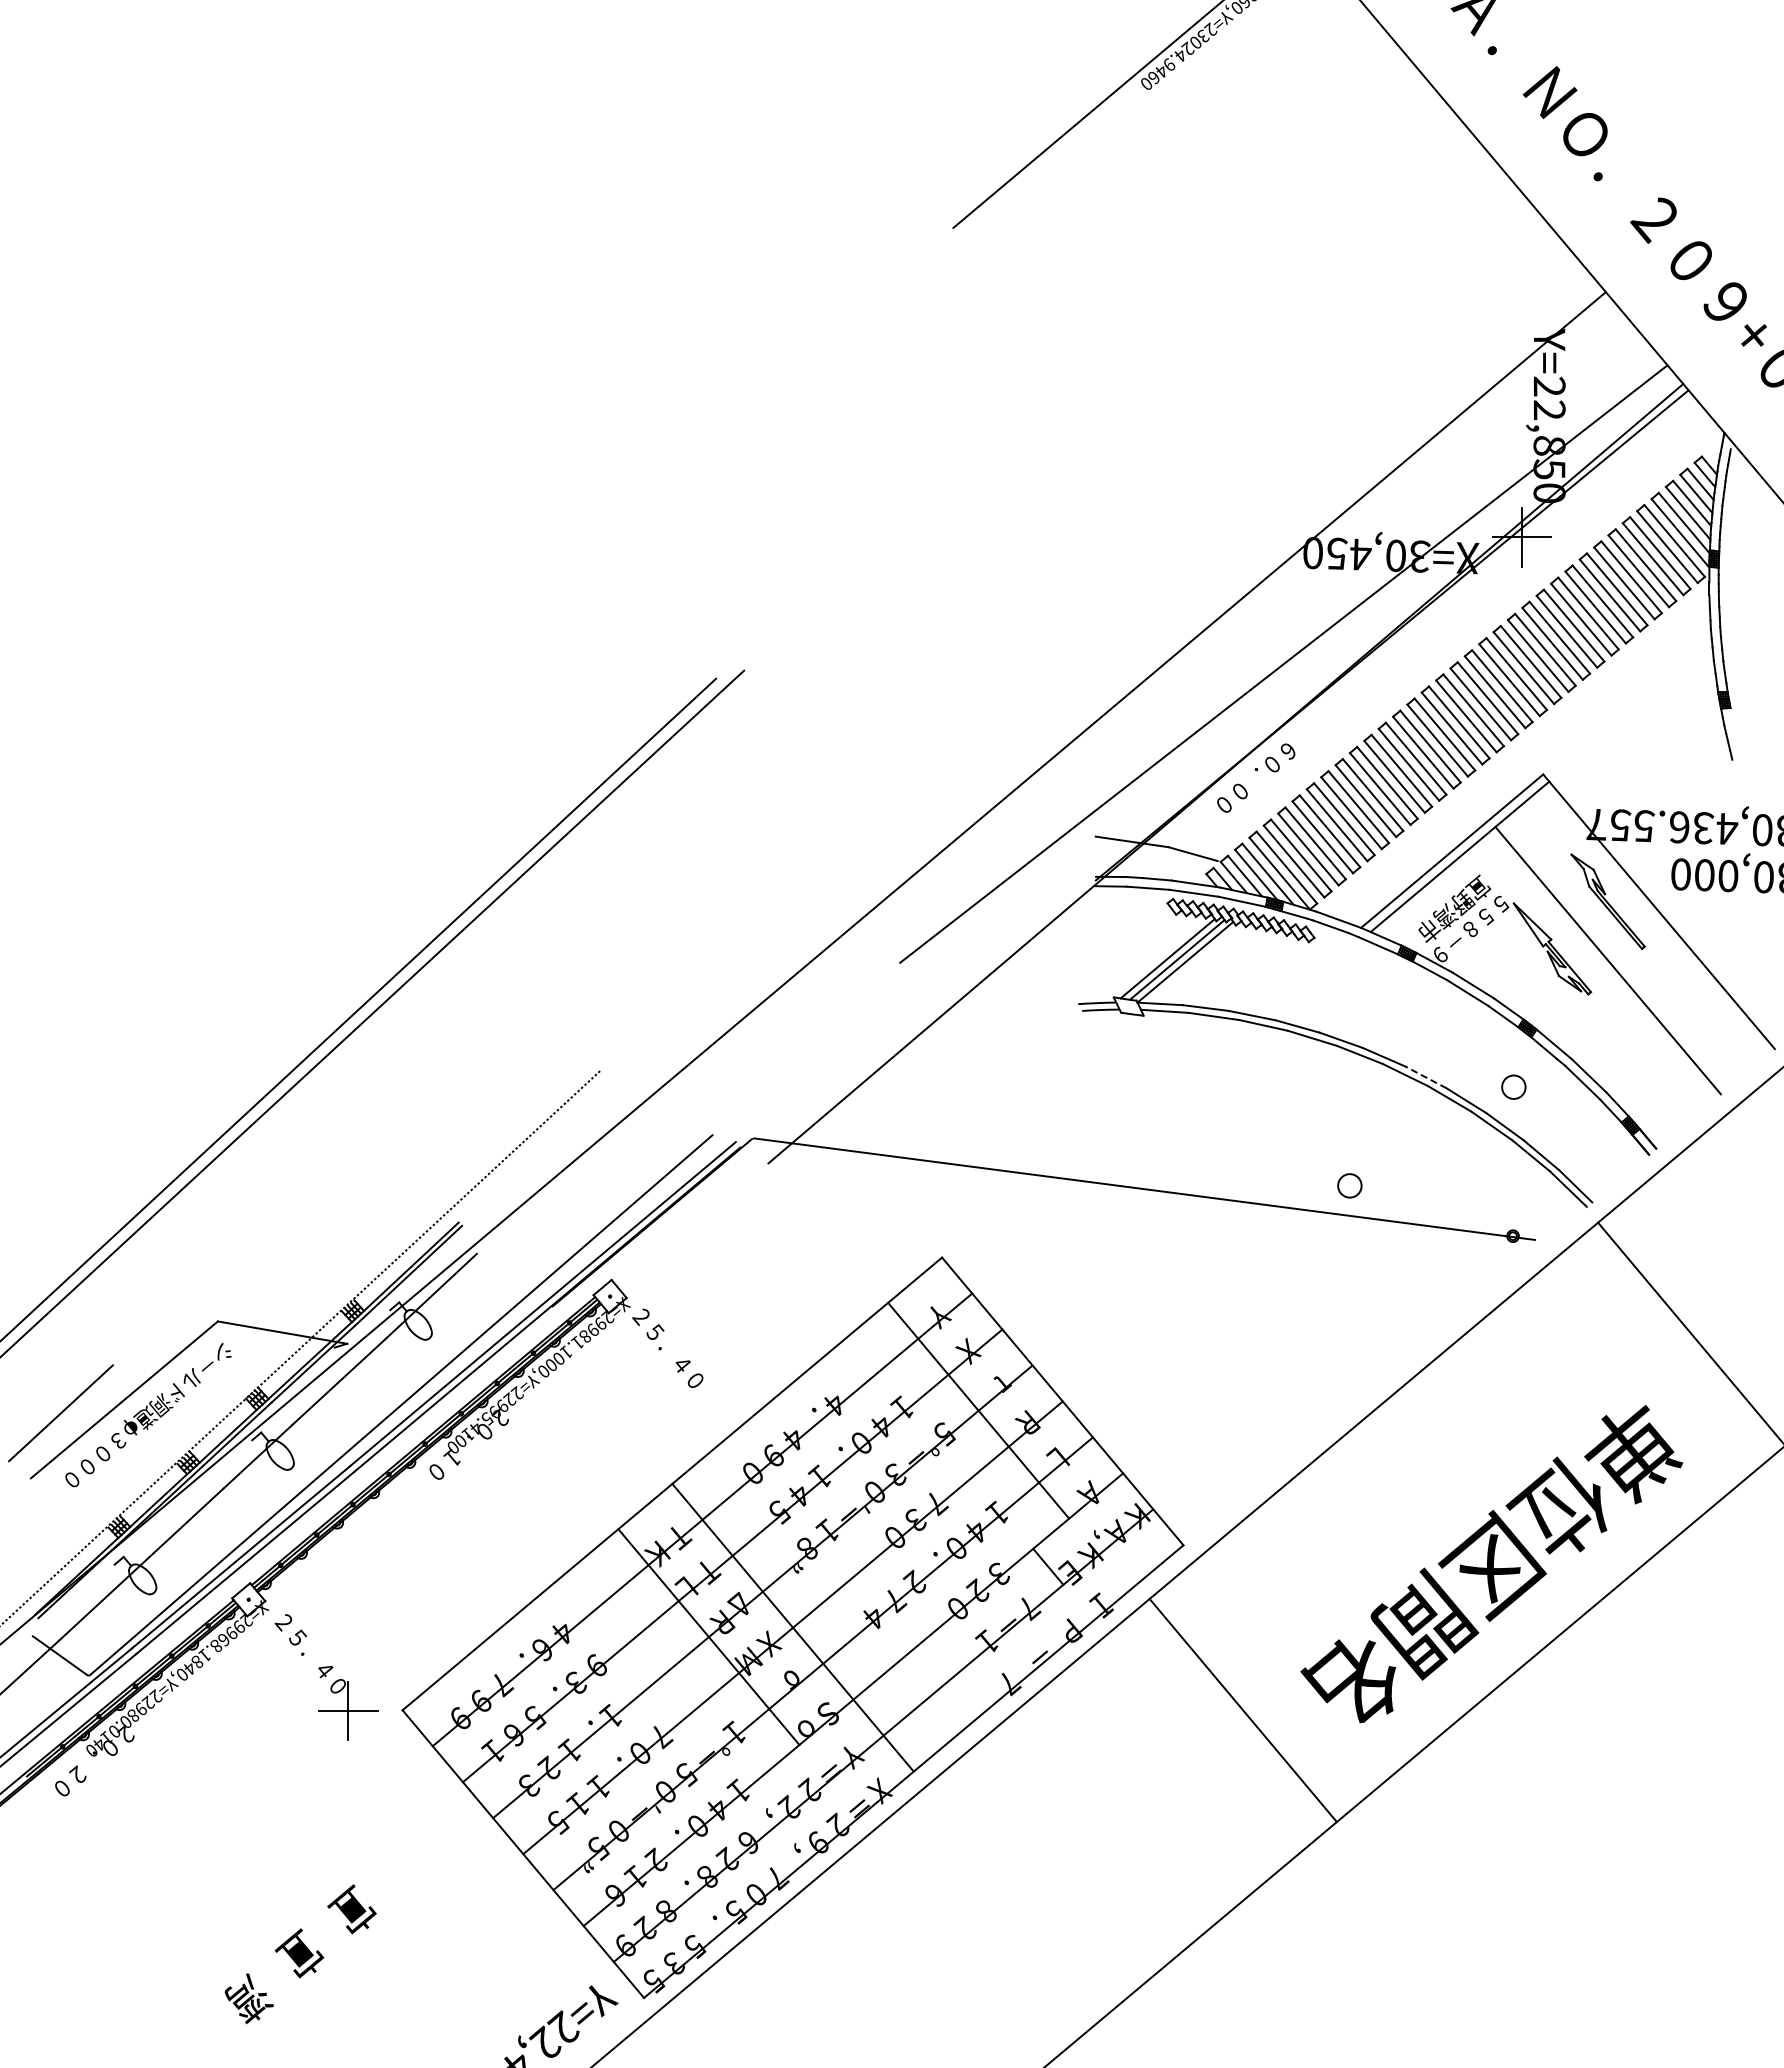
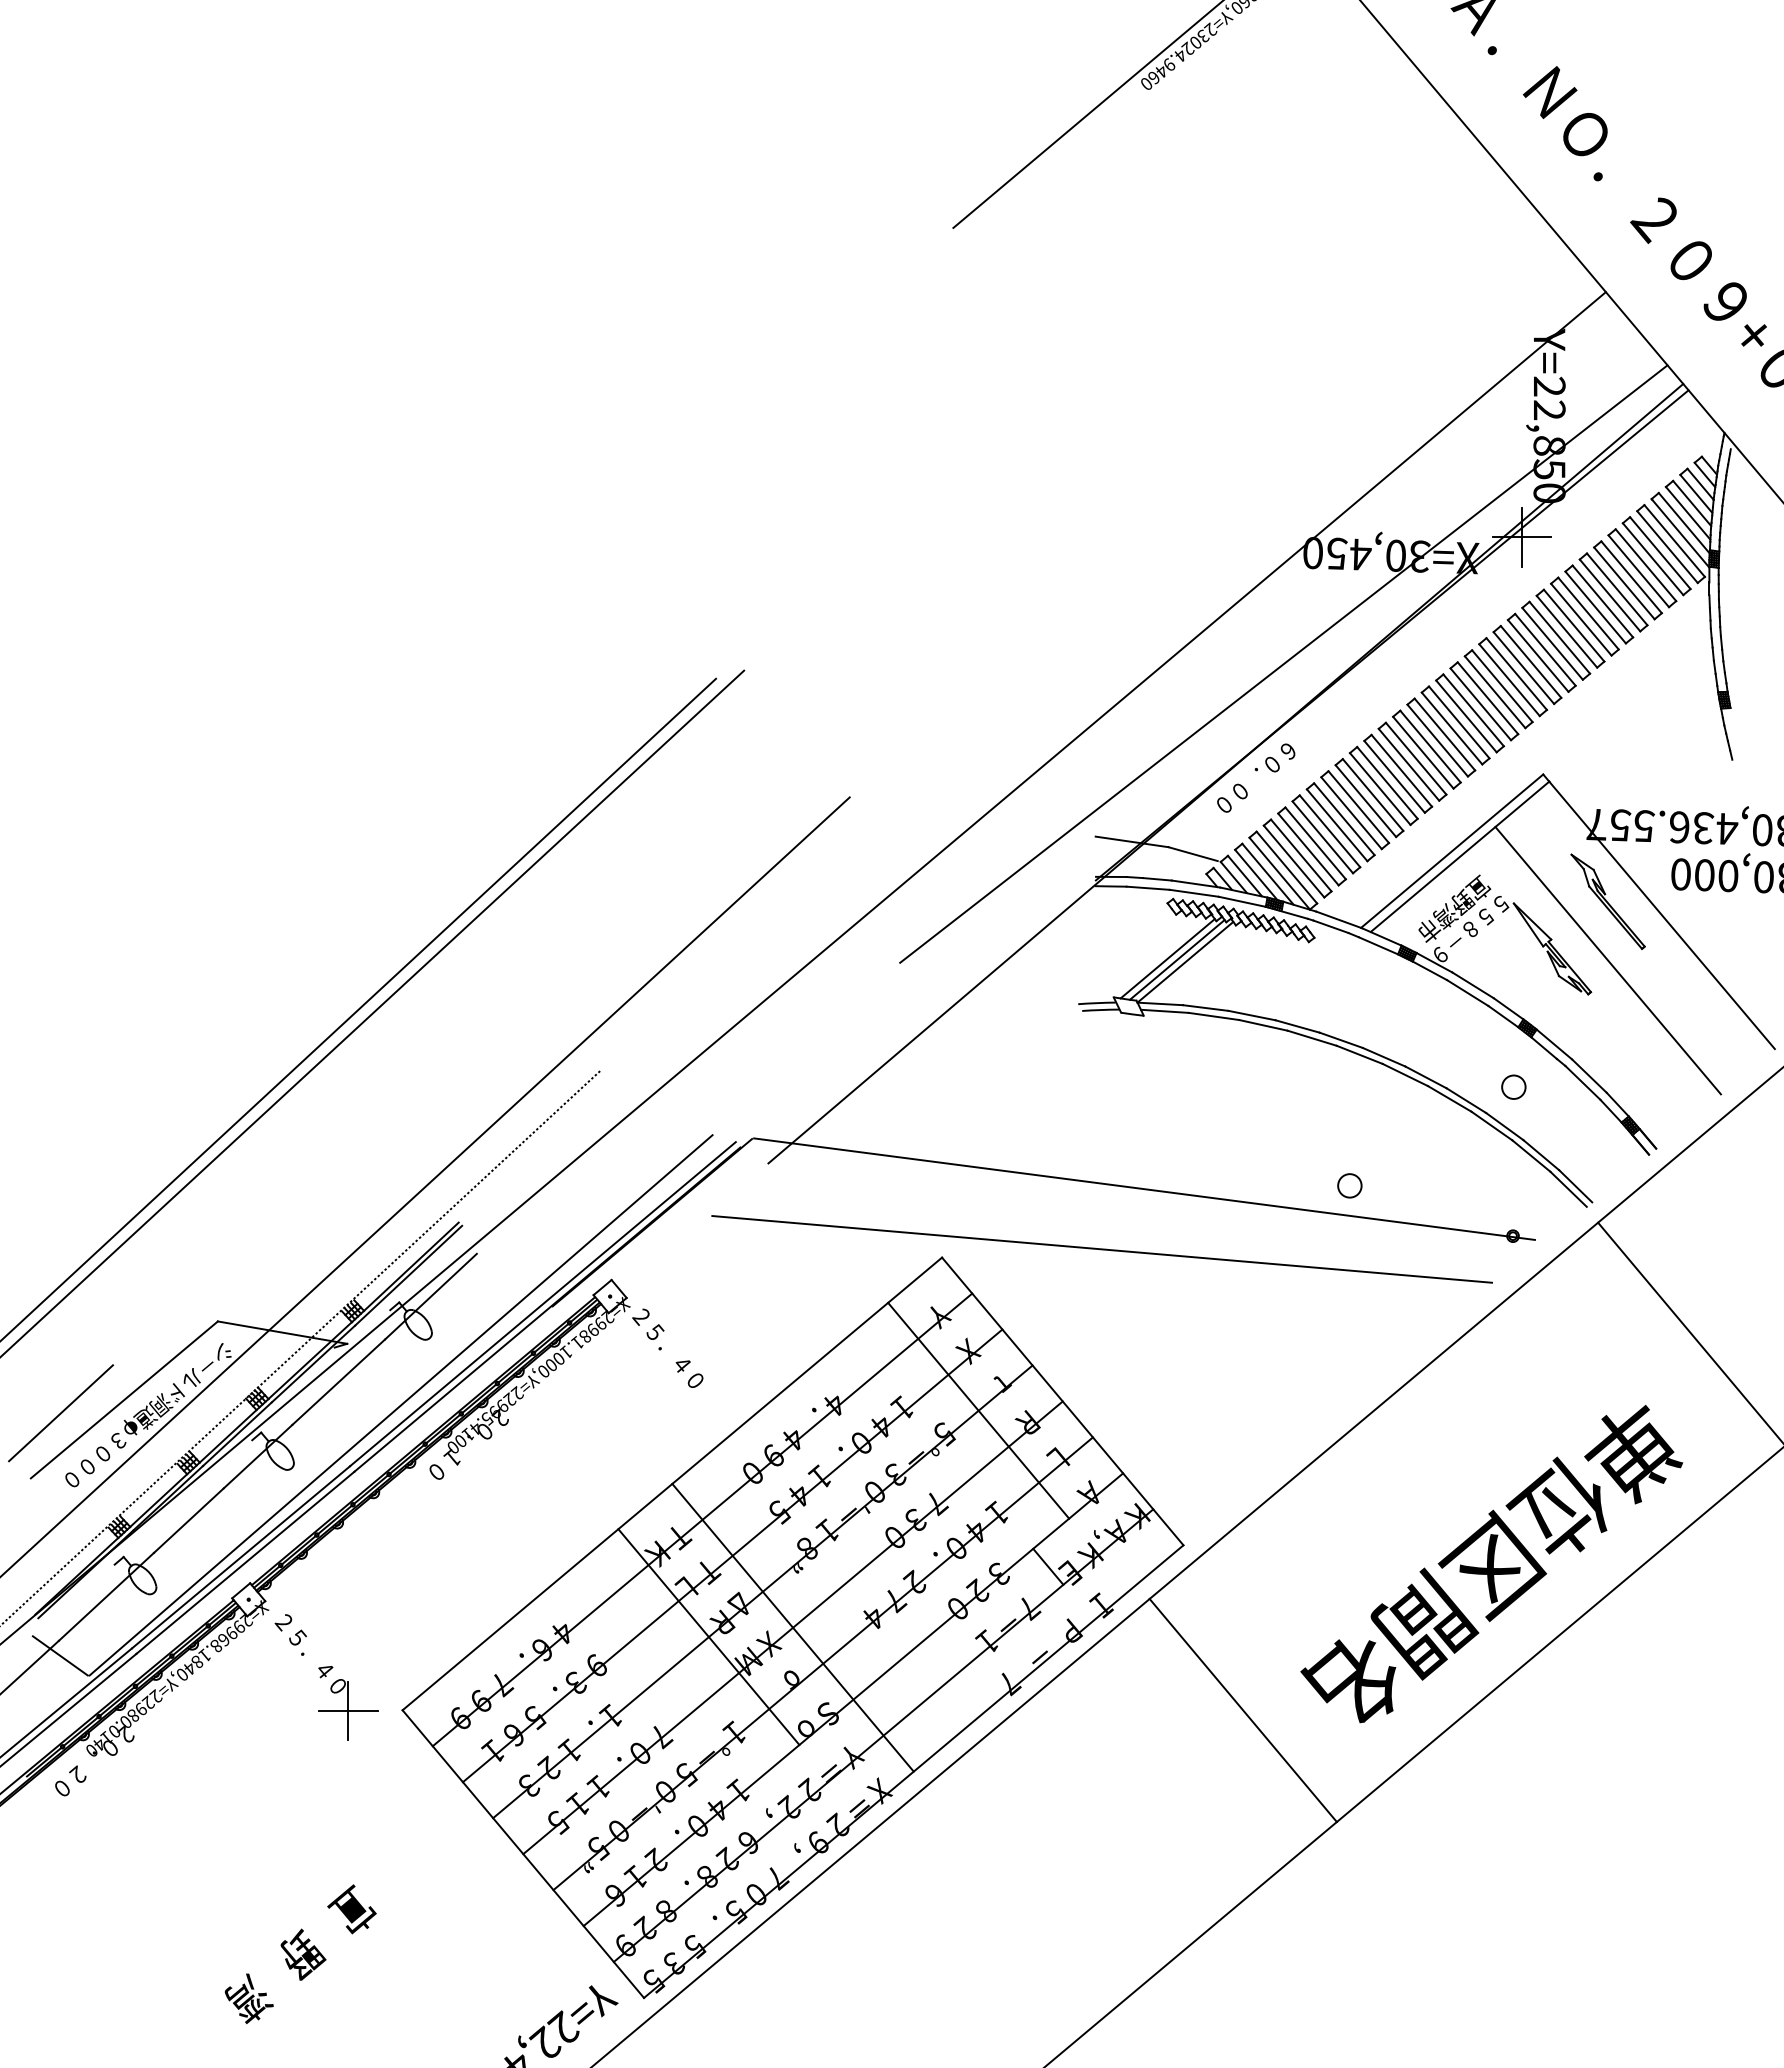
line at (1425, 1077): dashed -> solid
line at (425, 1186): none -> present
line at (1102, 1249): none -> present
text at (300, 1954): 宜 -> 野
